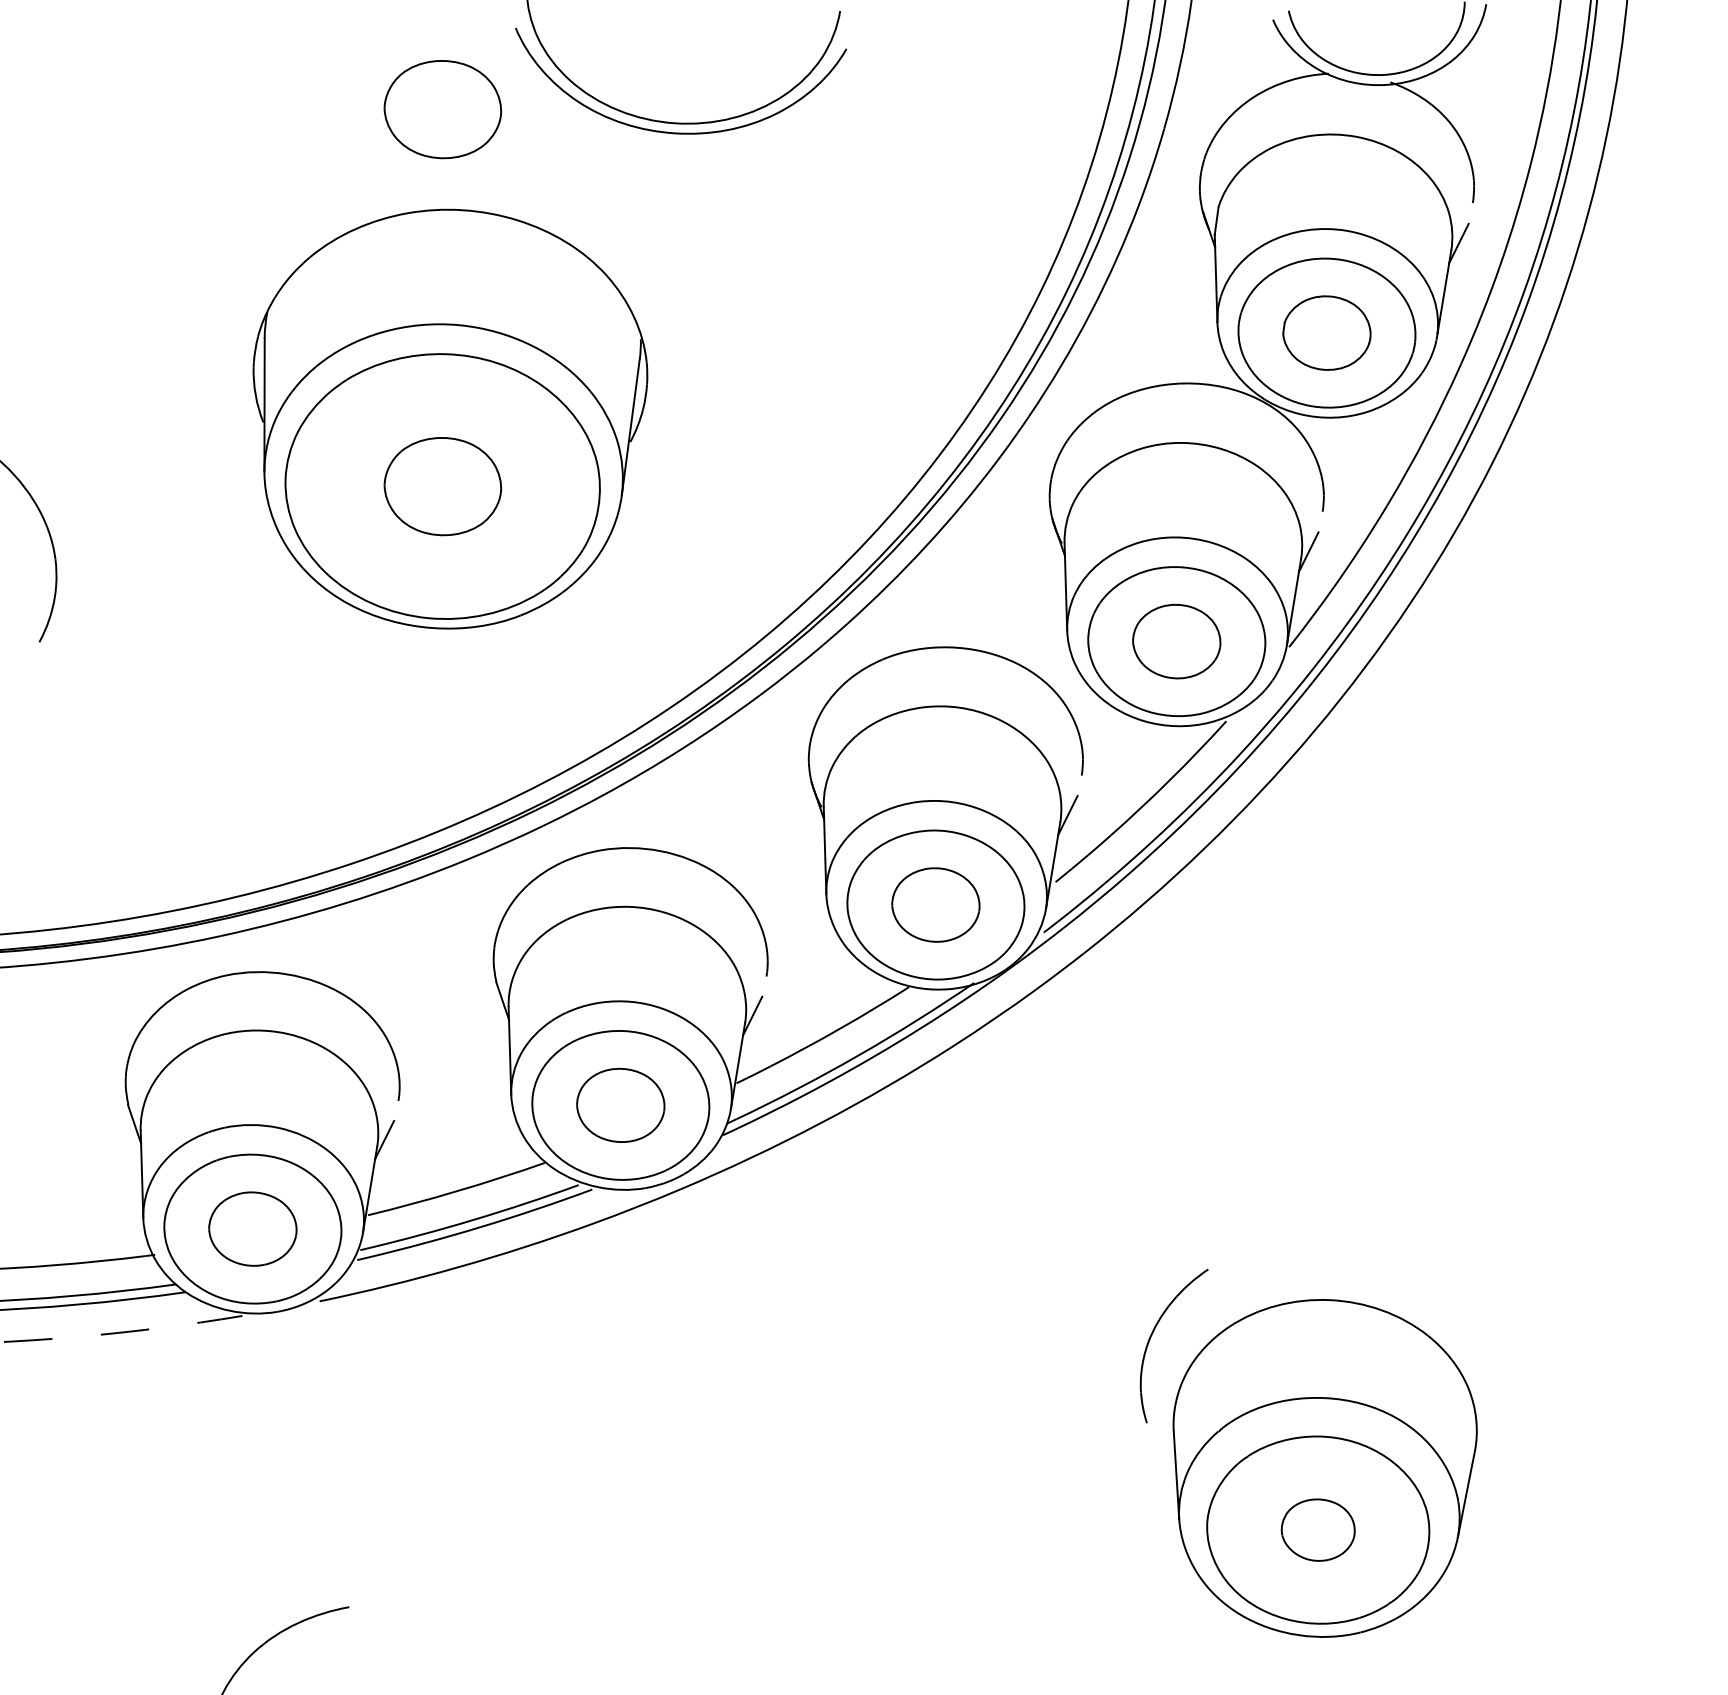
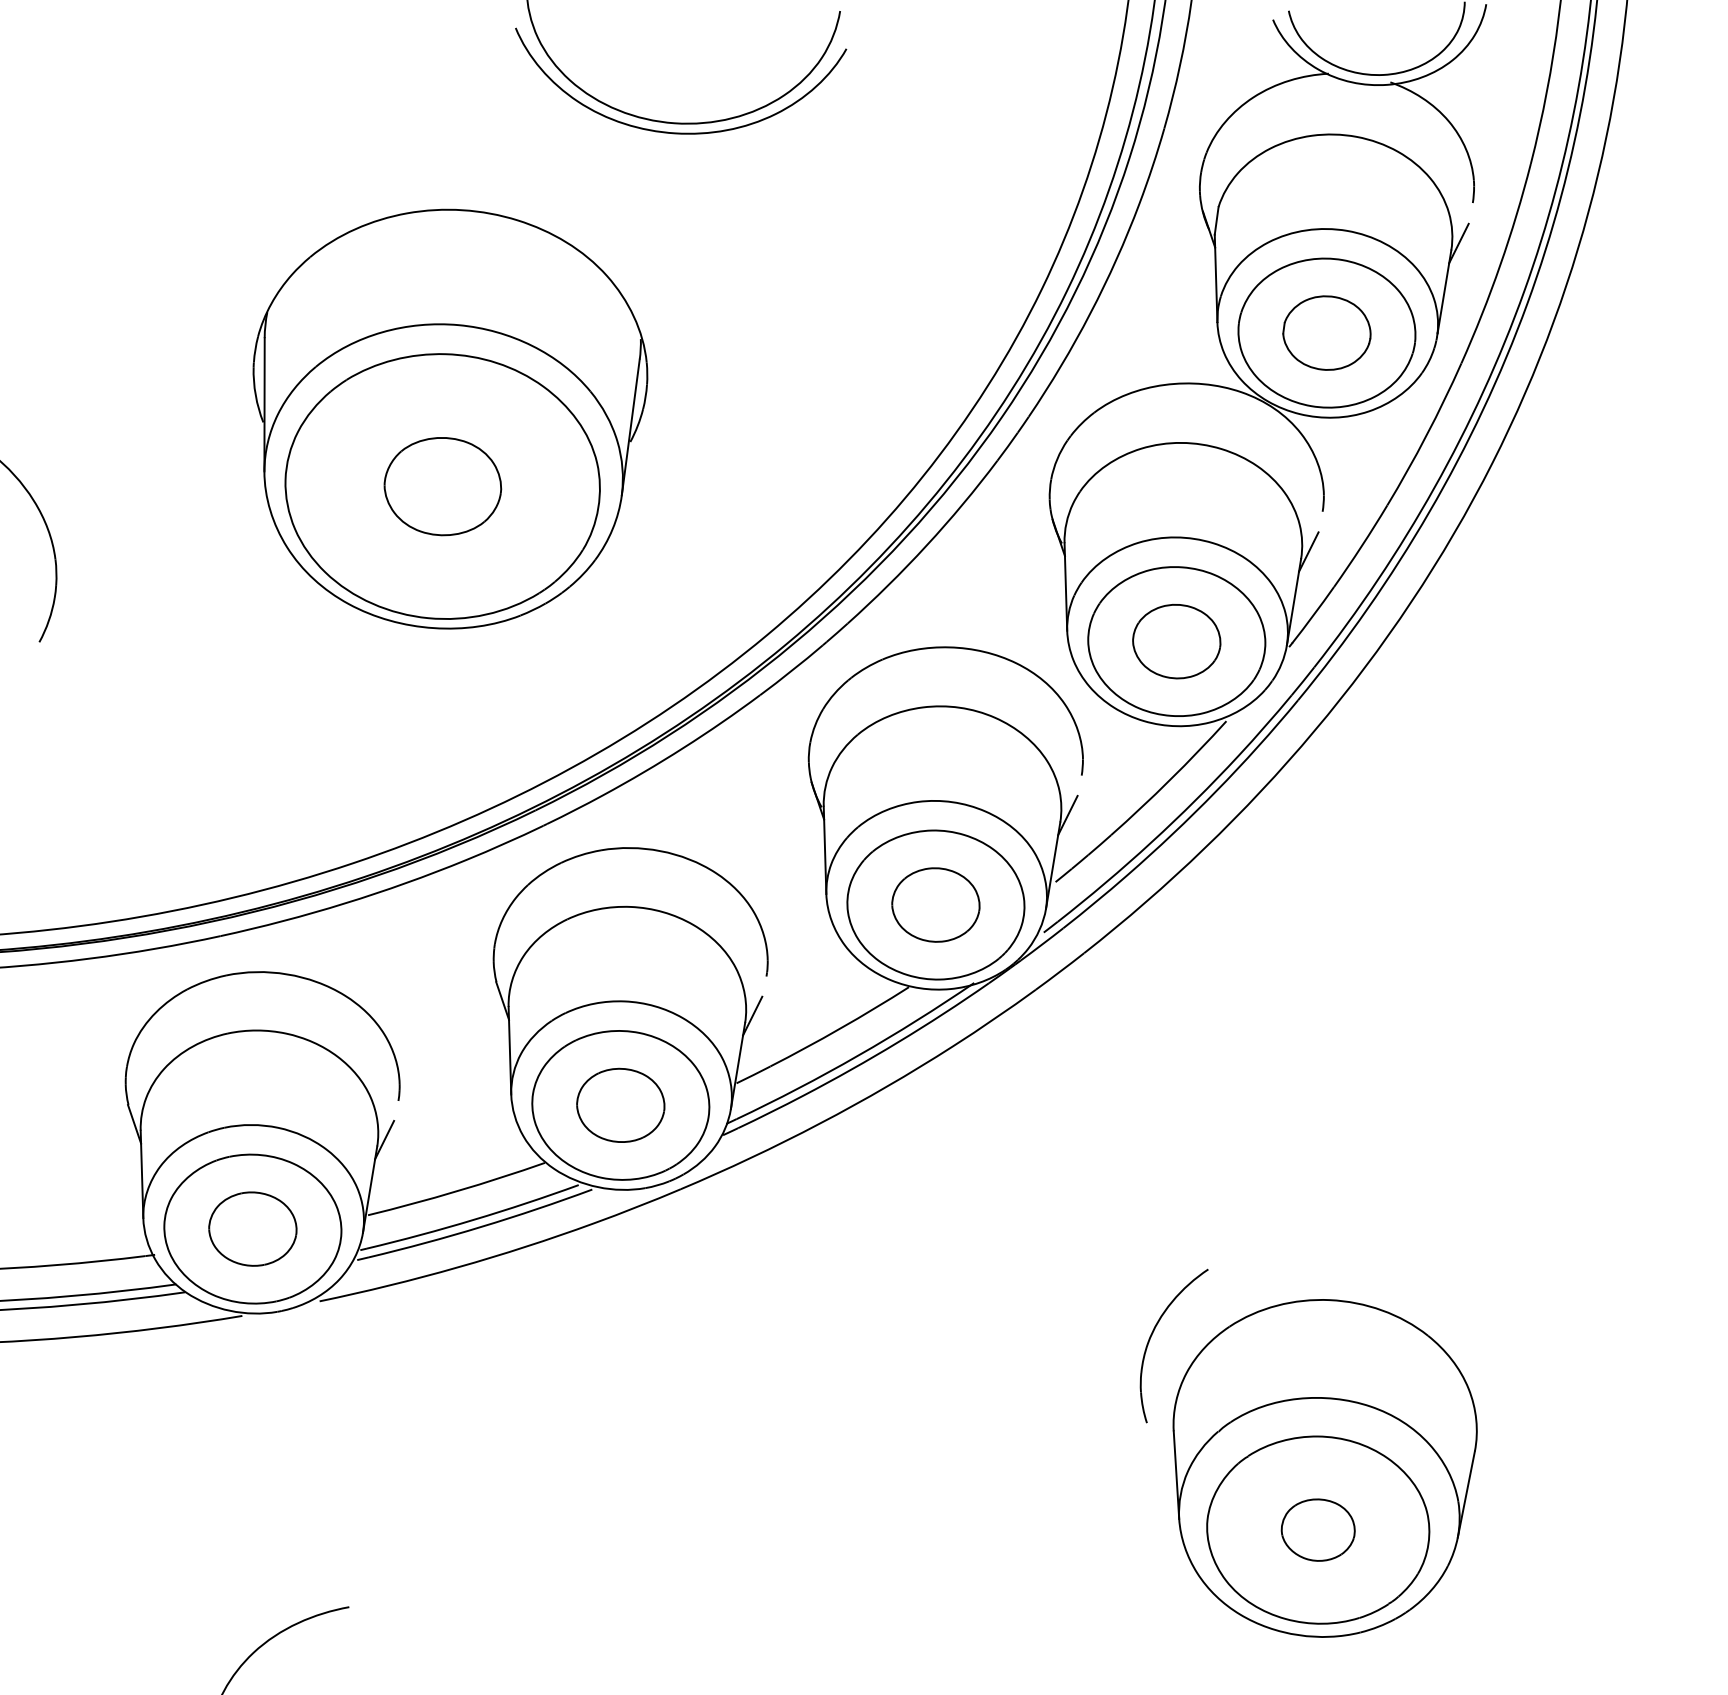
part at (442, 109): present -> none
arc at (121, 1332): dashed -> solid
